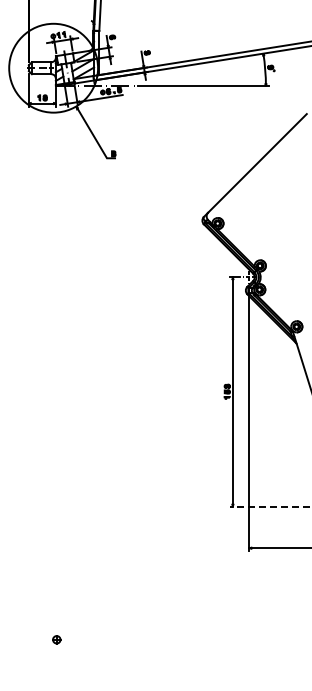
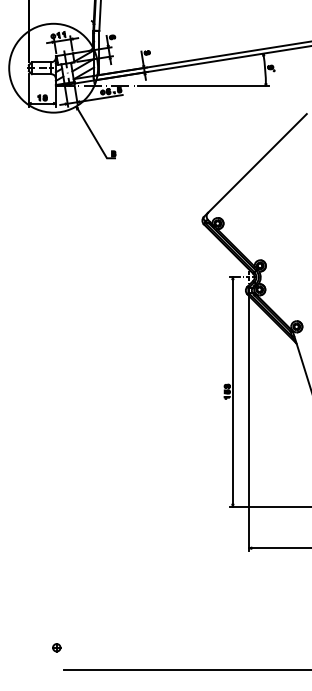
line at (270, 506): dashed -> solid
part at (56, 639) position: (56, 639) -> (56, 647)
line at (186, 670): none -> present
